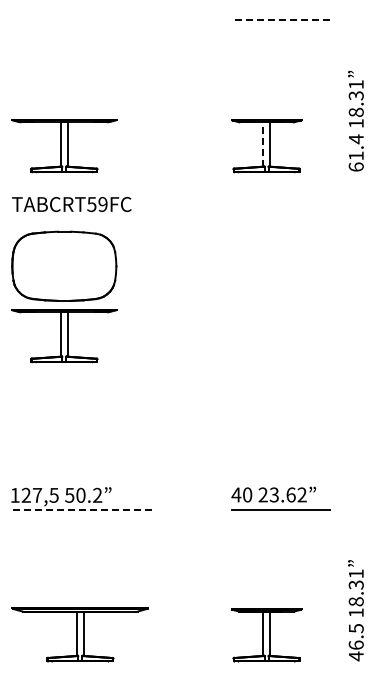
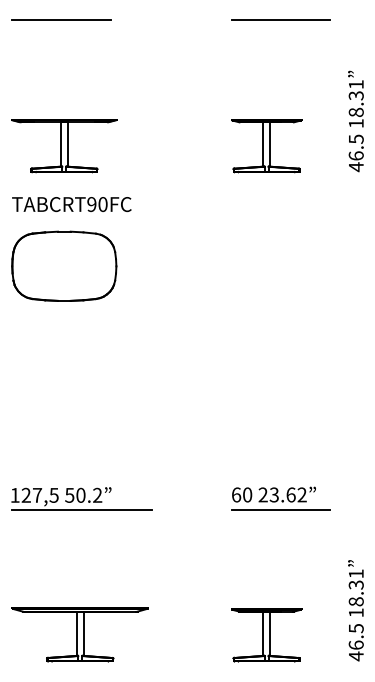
line at (60, 20): none -> present
line at (280, 20): dashed -> solid
line at (263, 144): dashed -> solid
text at (355, 153): 61.4 -> 46.5
text at (97, 204): TABCRT59FC -> TABCRT90FC
part at (64, 336): present -> none
text at (236, 494): 40 -> 60
line at (81, 509): dashed -> solid
